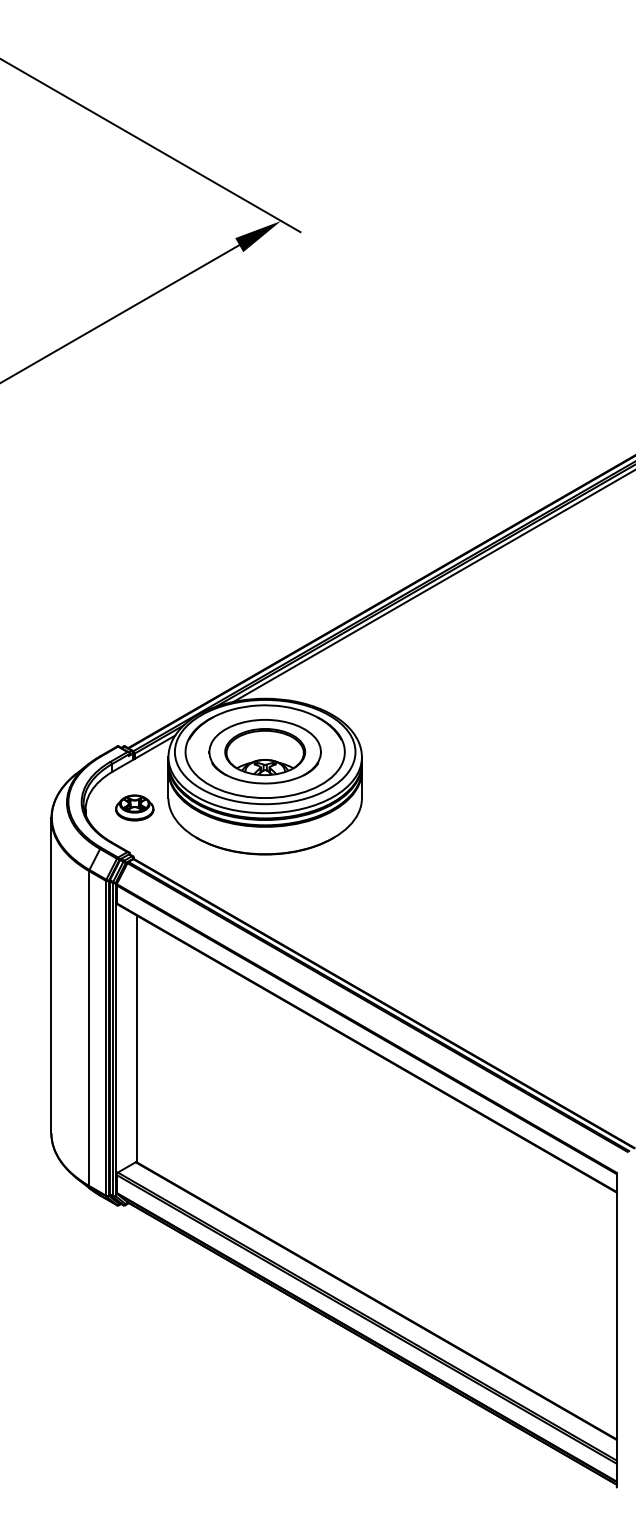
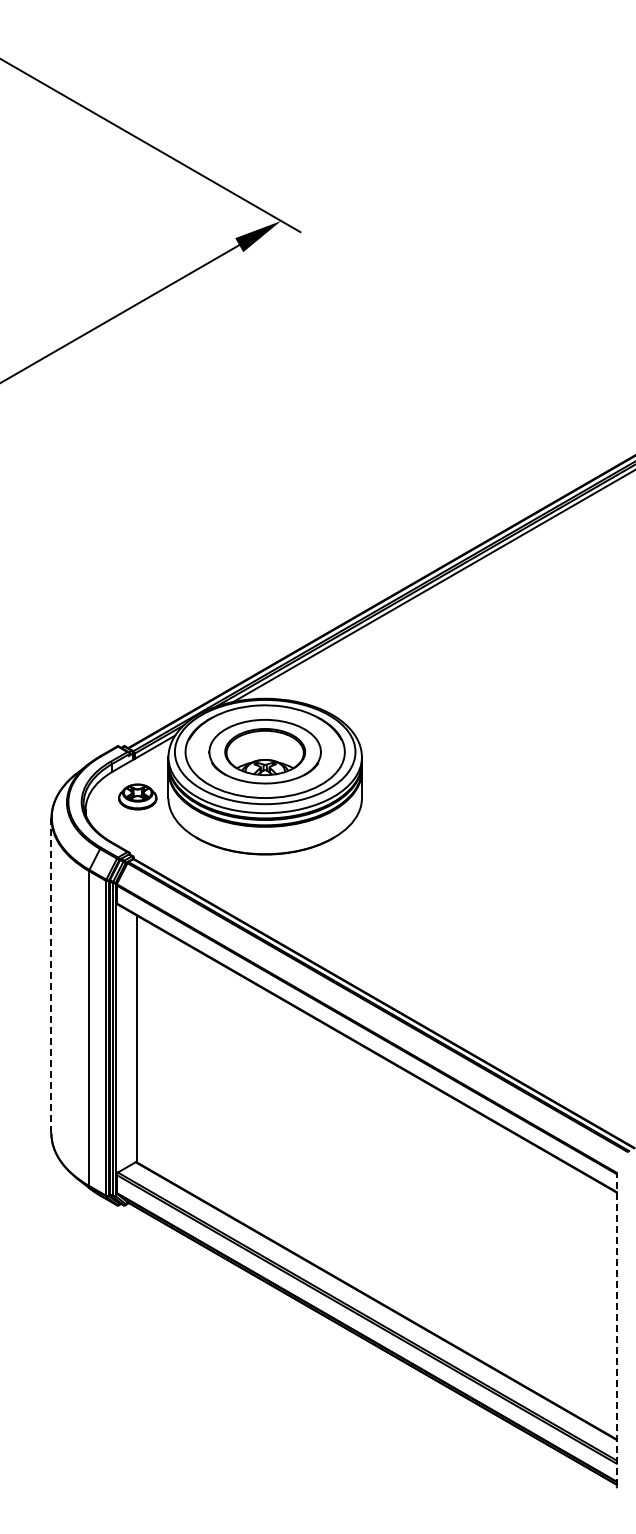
part at (134, 807) position: (134, 807) -> (137, 796)
line at (51, 976): solid -> dashed
line at (616, 1329): solid -> dashed
